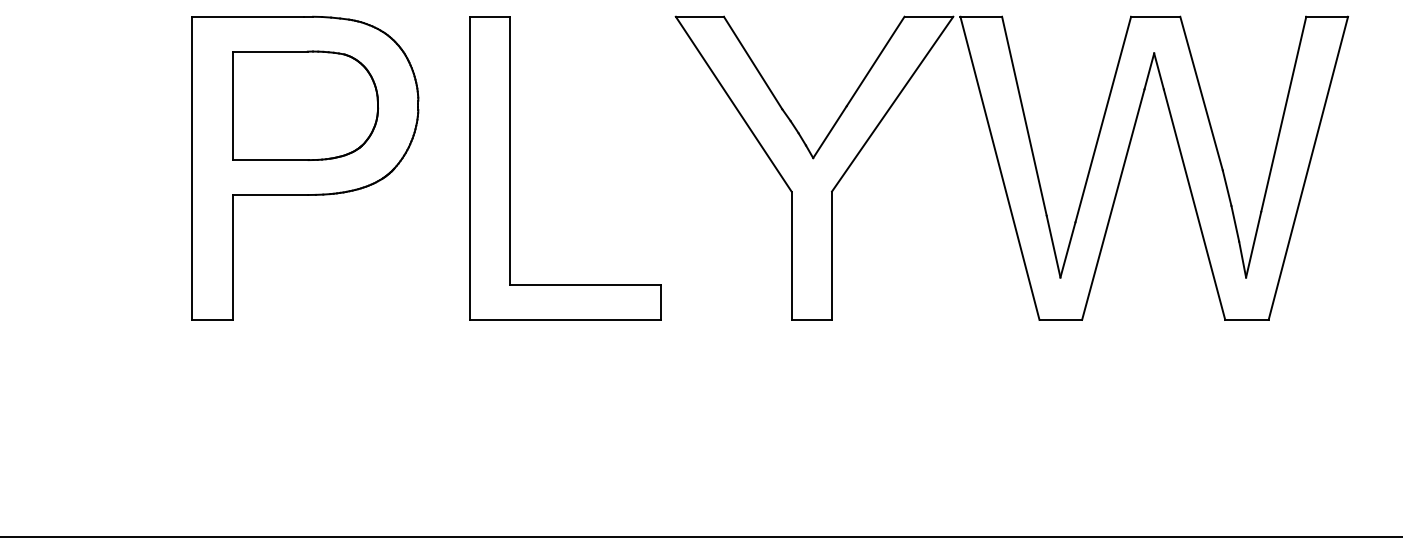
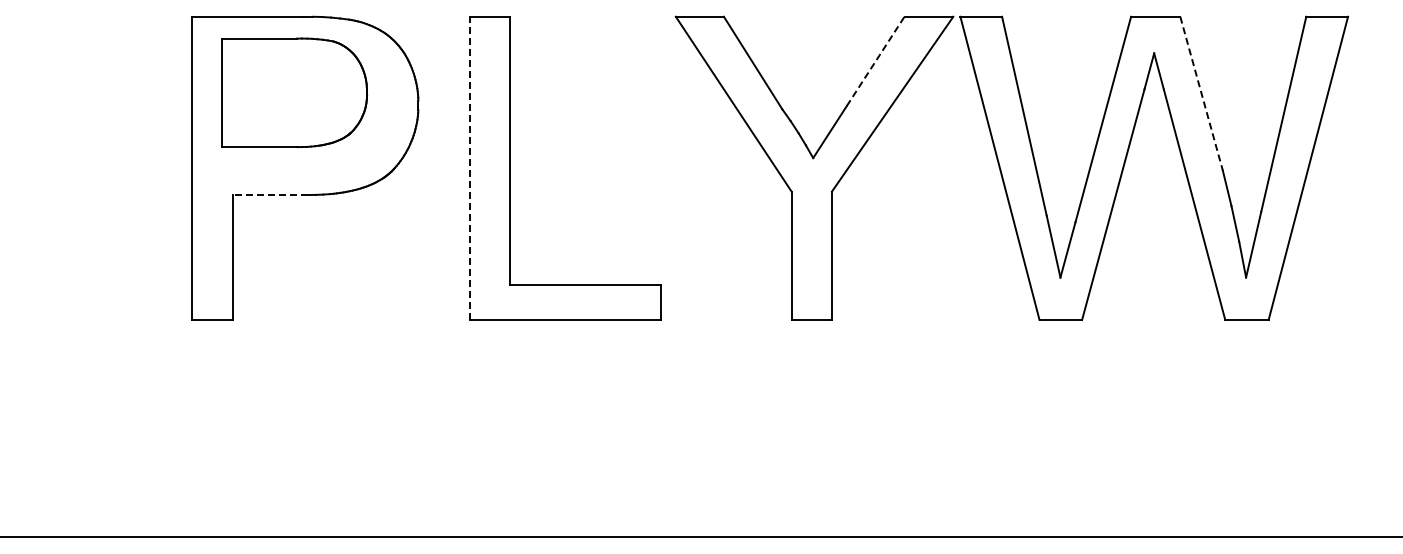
line at (875, 61): solid -> dashed
line at (1201, 93): solid -> dashed
part at (305, 105) position: (305, 105) -> (294, 92)
line at (469, 168): solid -> dashed
line at (270, 195): solid -> dashed
